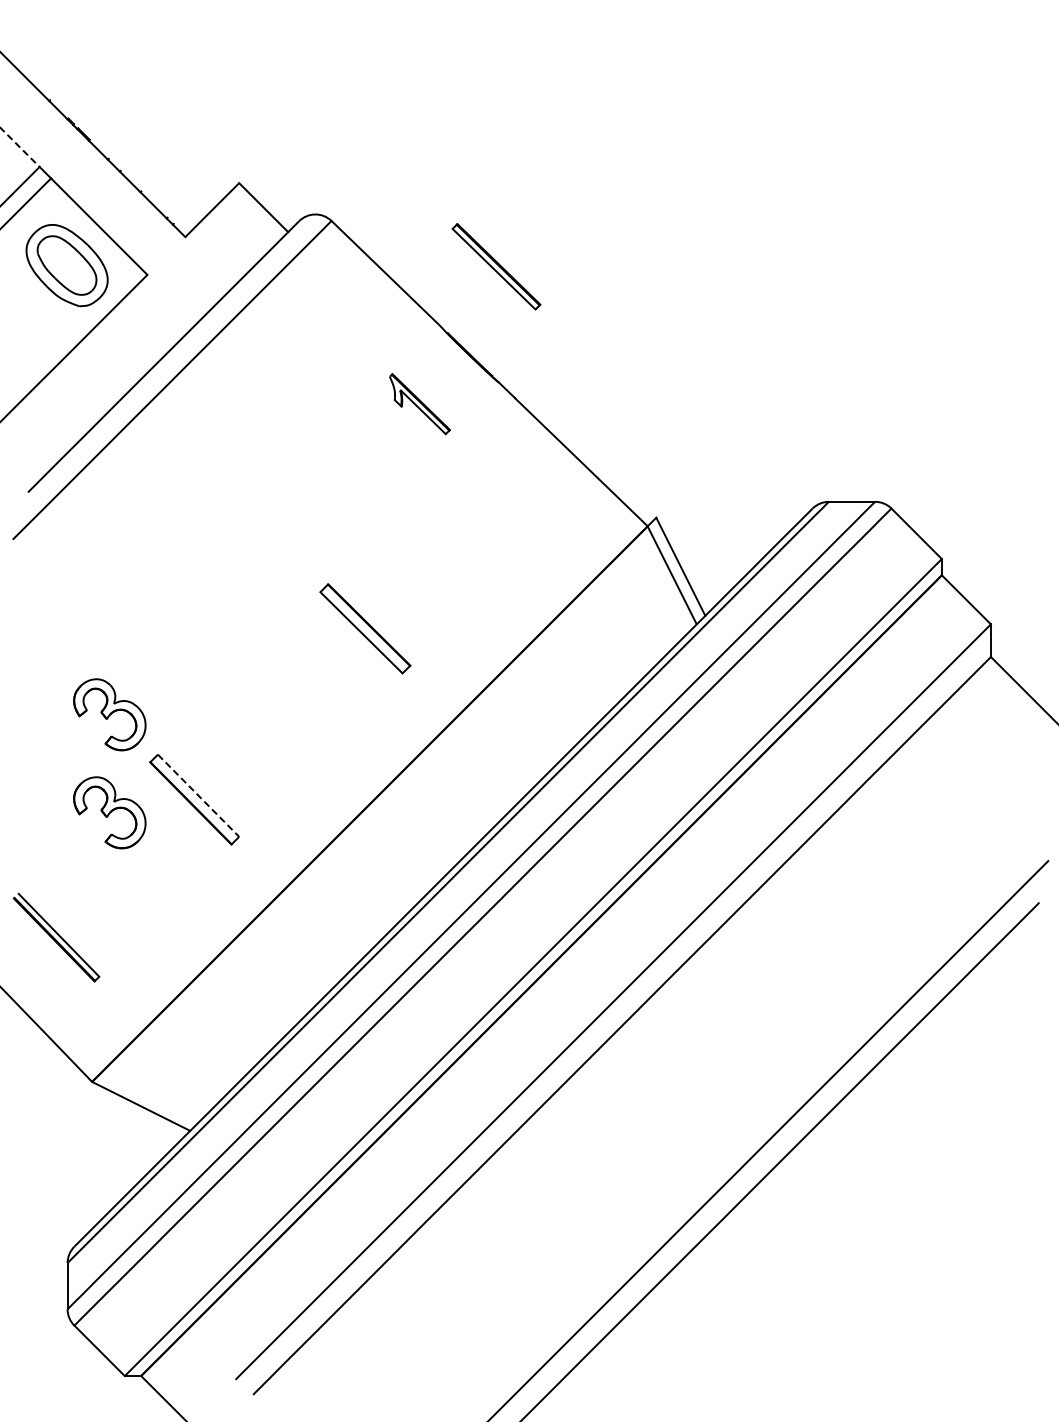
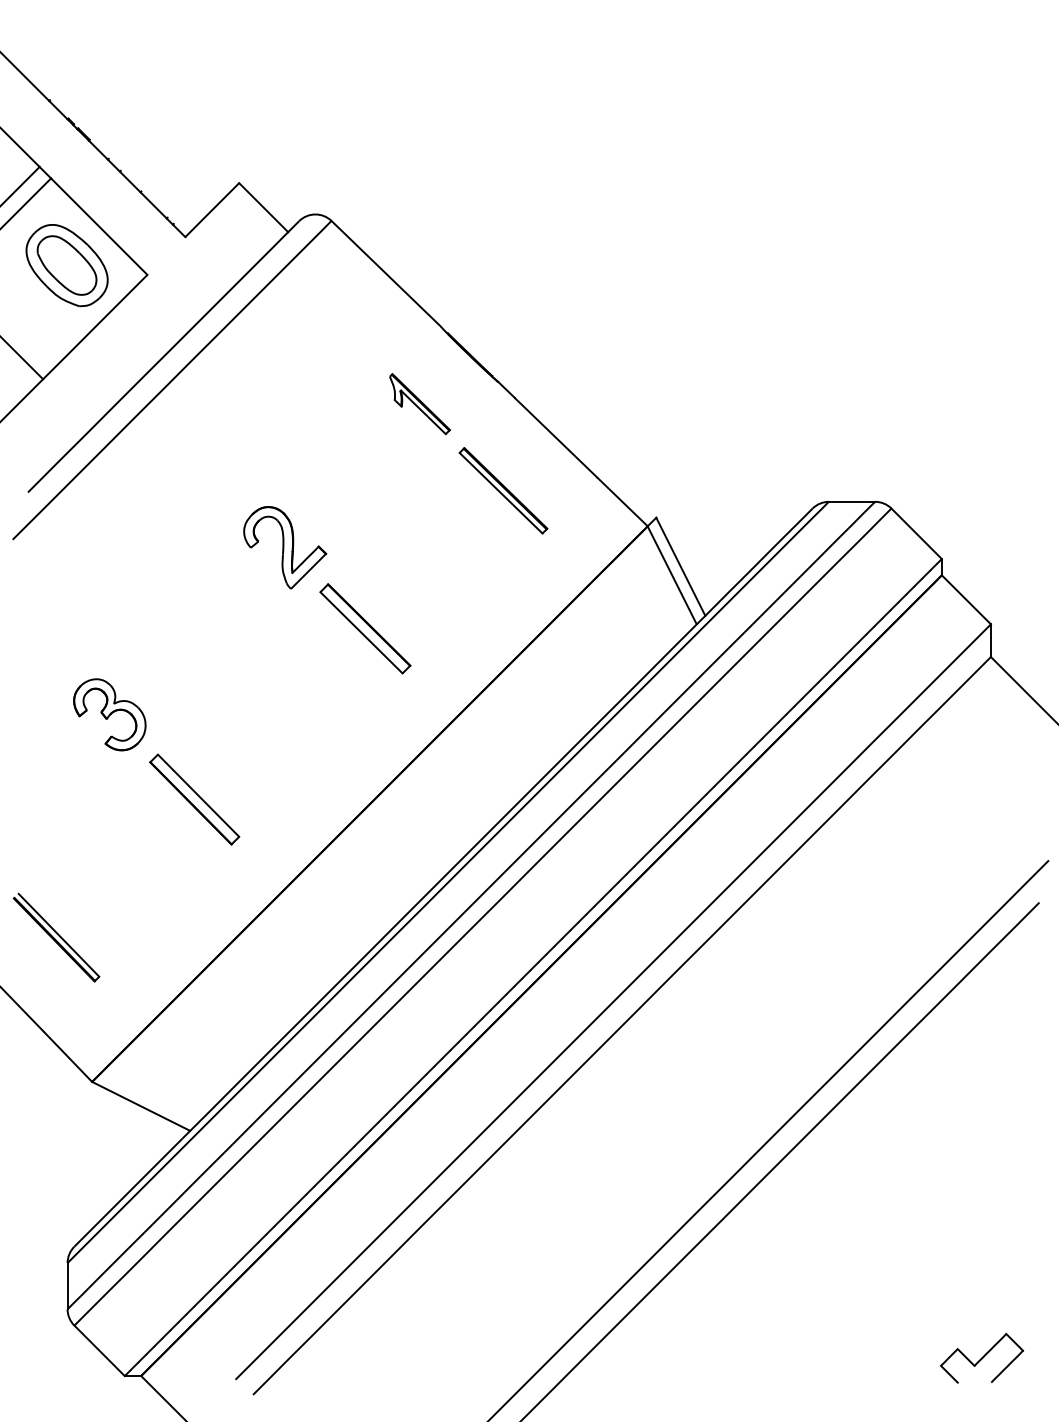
line at (19, 147): dashed -> solid
part at (496, 266) position: (496, 266) -> (503, 490)
line at (22, 358): none -> present
part at (285, 547): none -> present
line at (198, 795): dashed -> solid
part at (109, 812): present -> none
part at (982, 1357): none -> present
